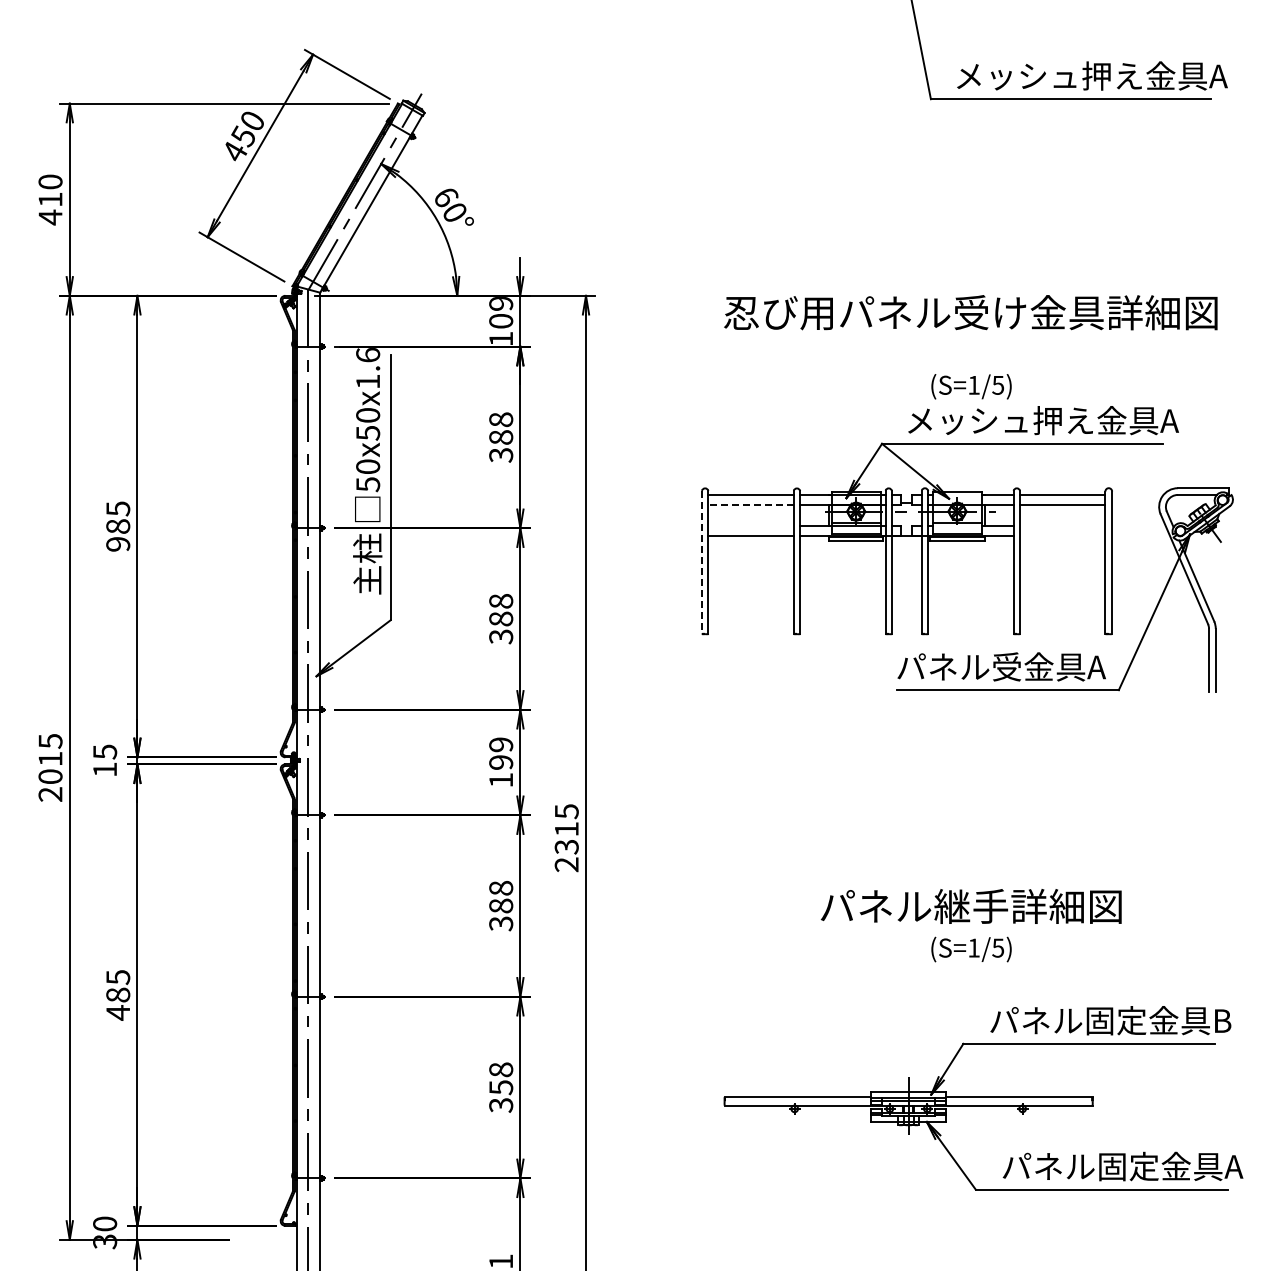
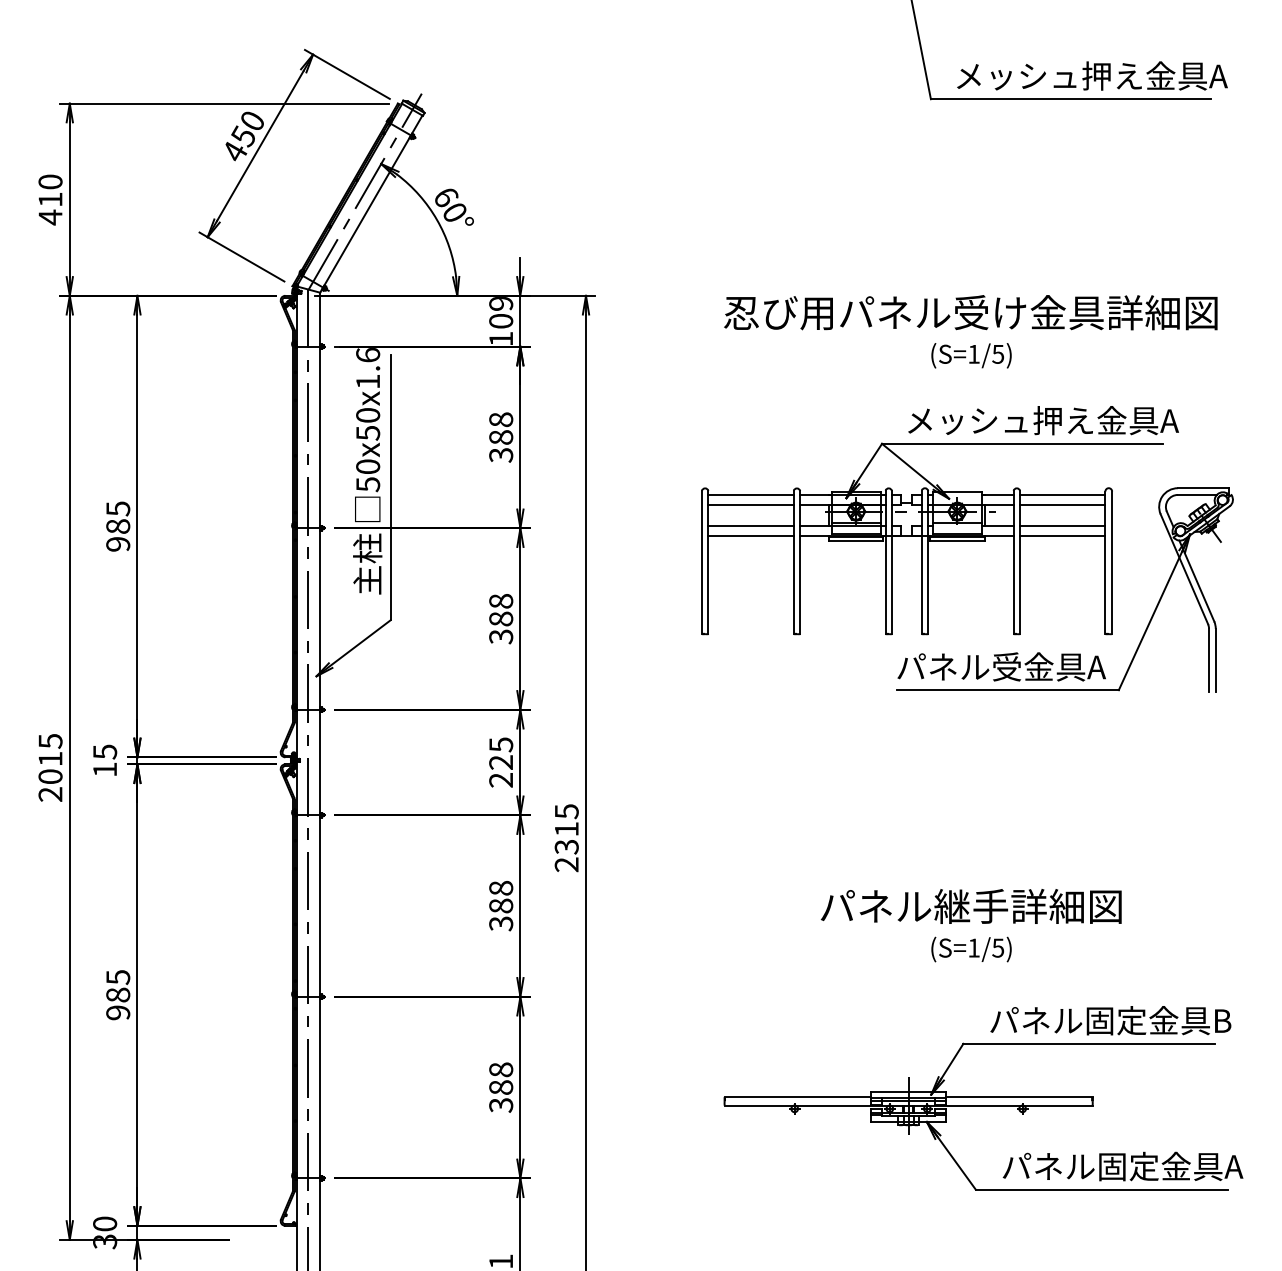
text at (971, 386) position: (971, 386) -> (971, 355)
line at (751, 504): dashed -> solid
line at (750, 526): none -> present
line at (1062, 526): none -> present
line at (1062, 535): none -> present
line at (701, 562): dashed -> solid
text at (501, 762): 199 -> 225
text at (118, 1012): 485 -> 985
text at (501, 1087): 358 -> 388
